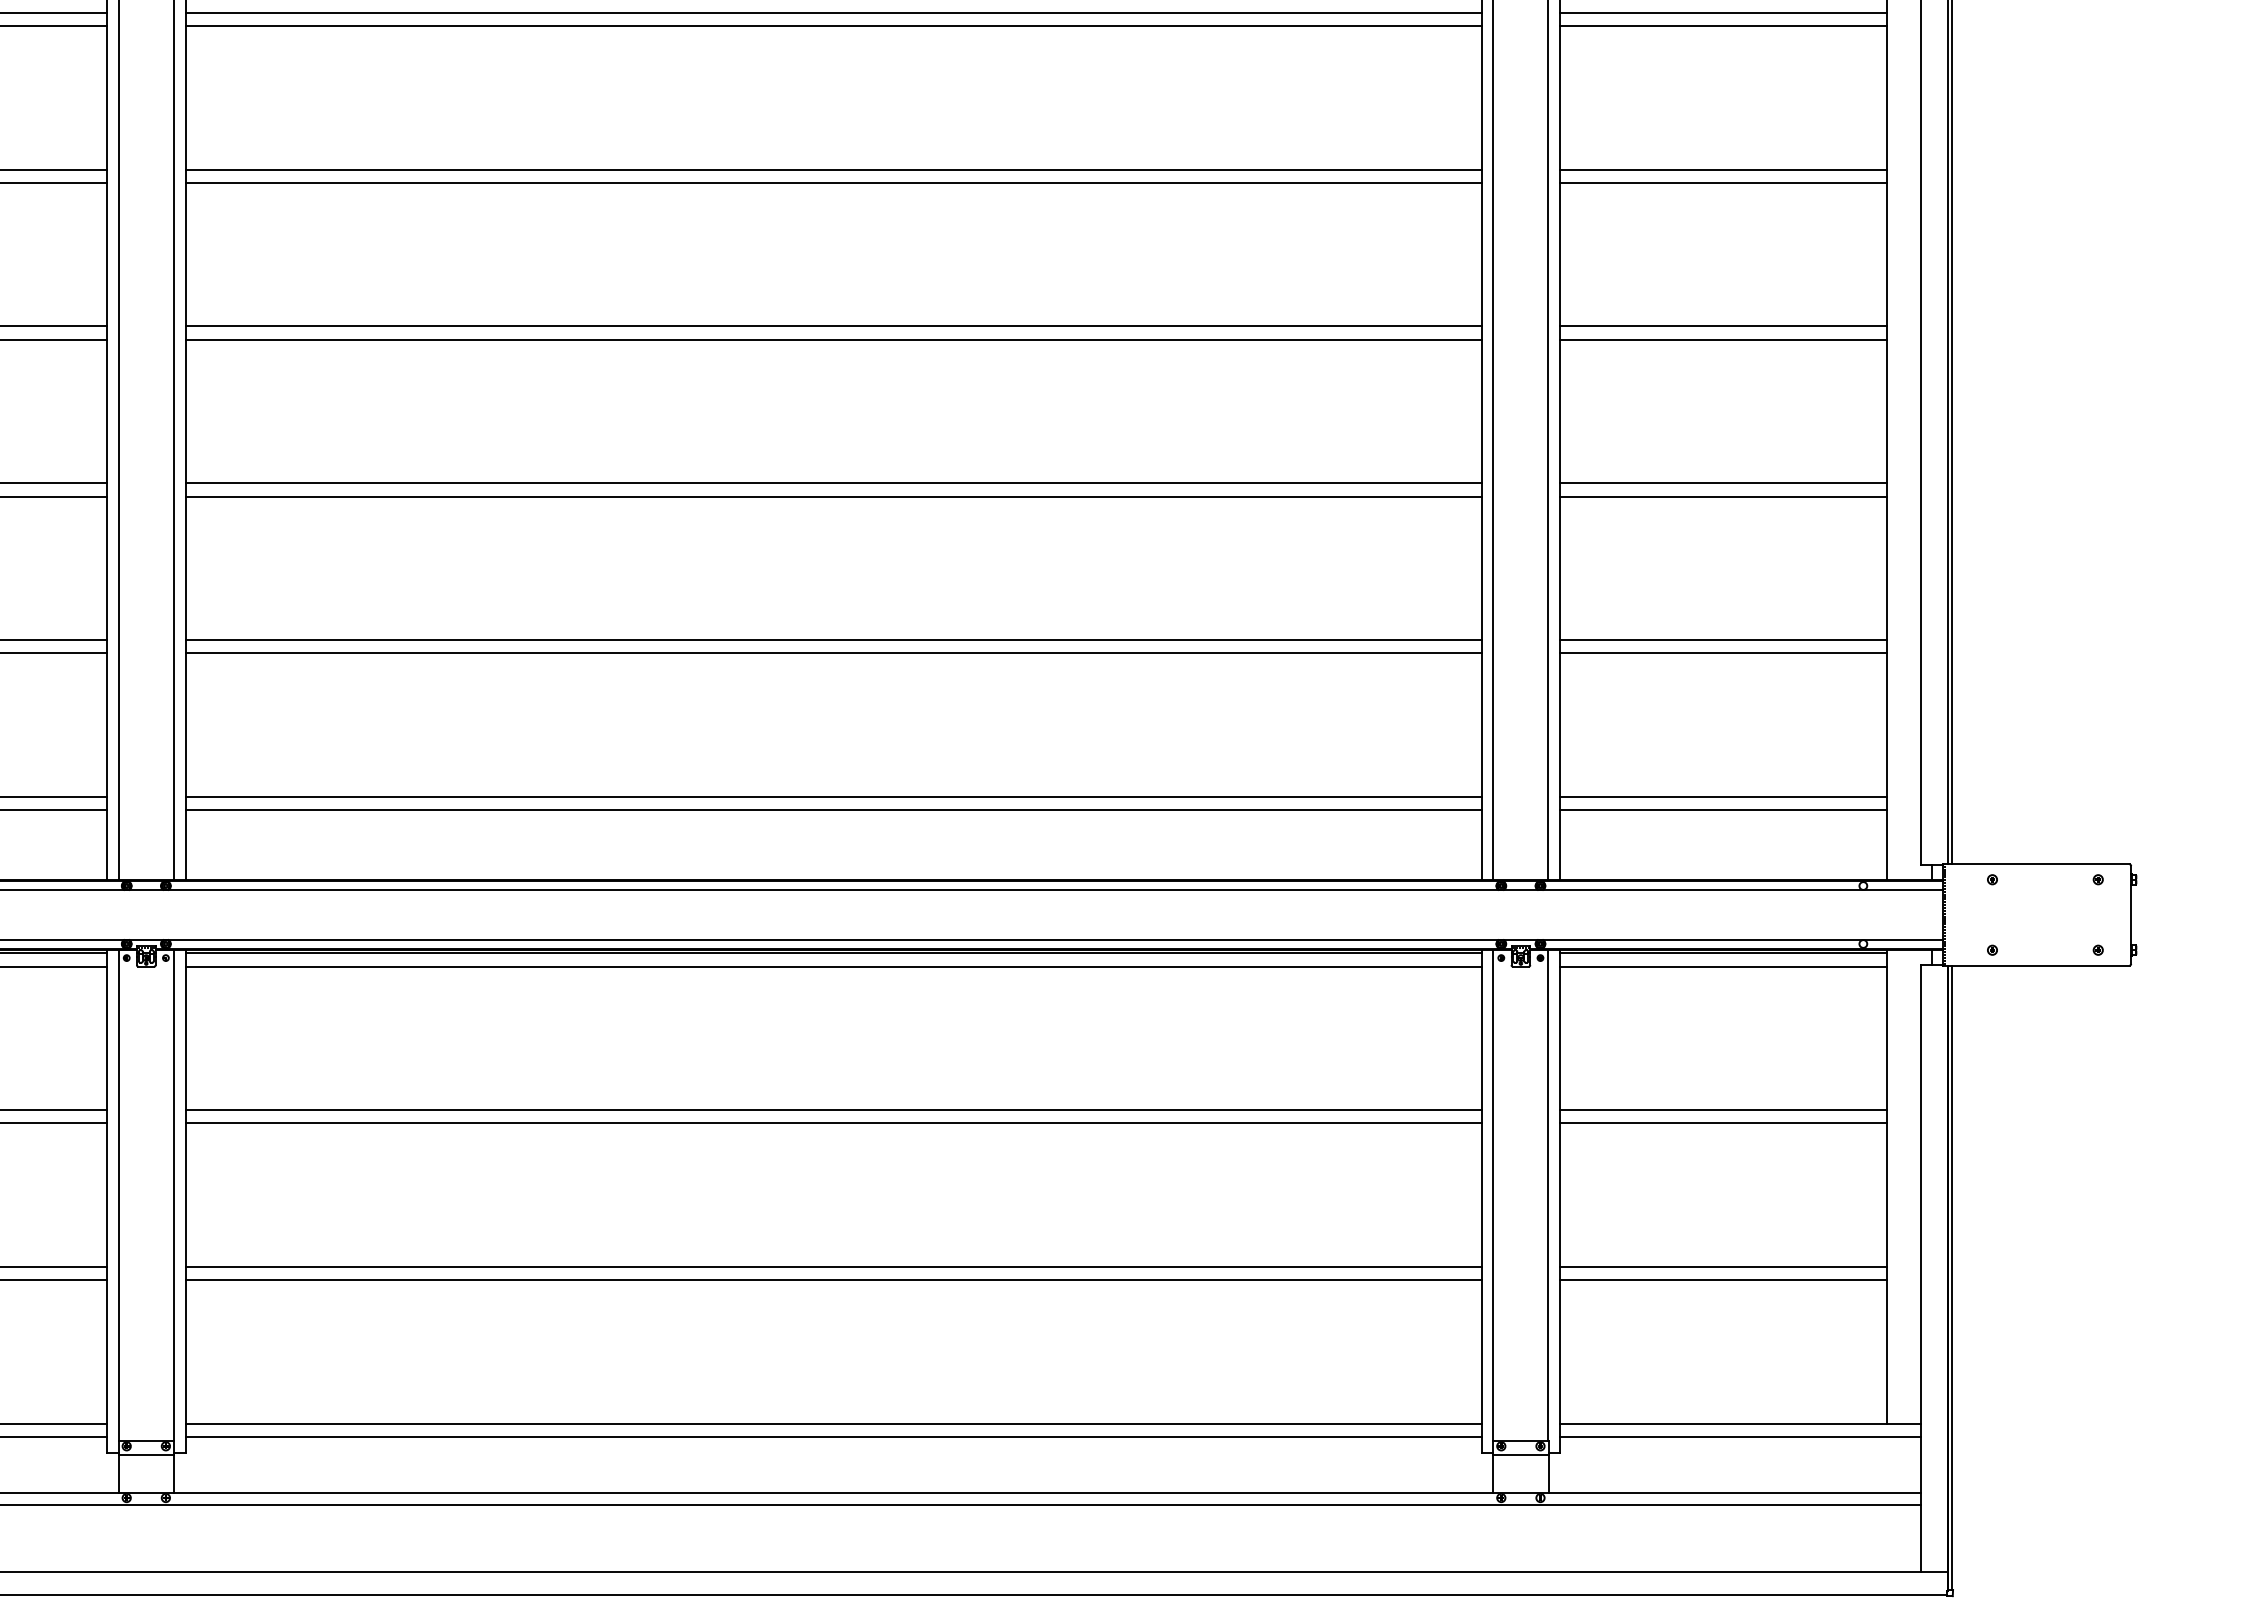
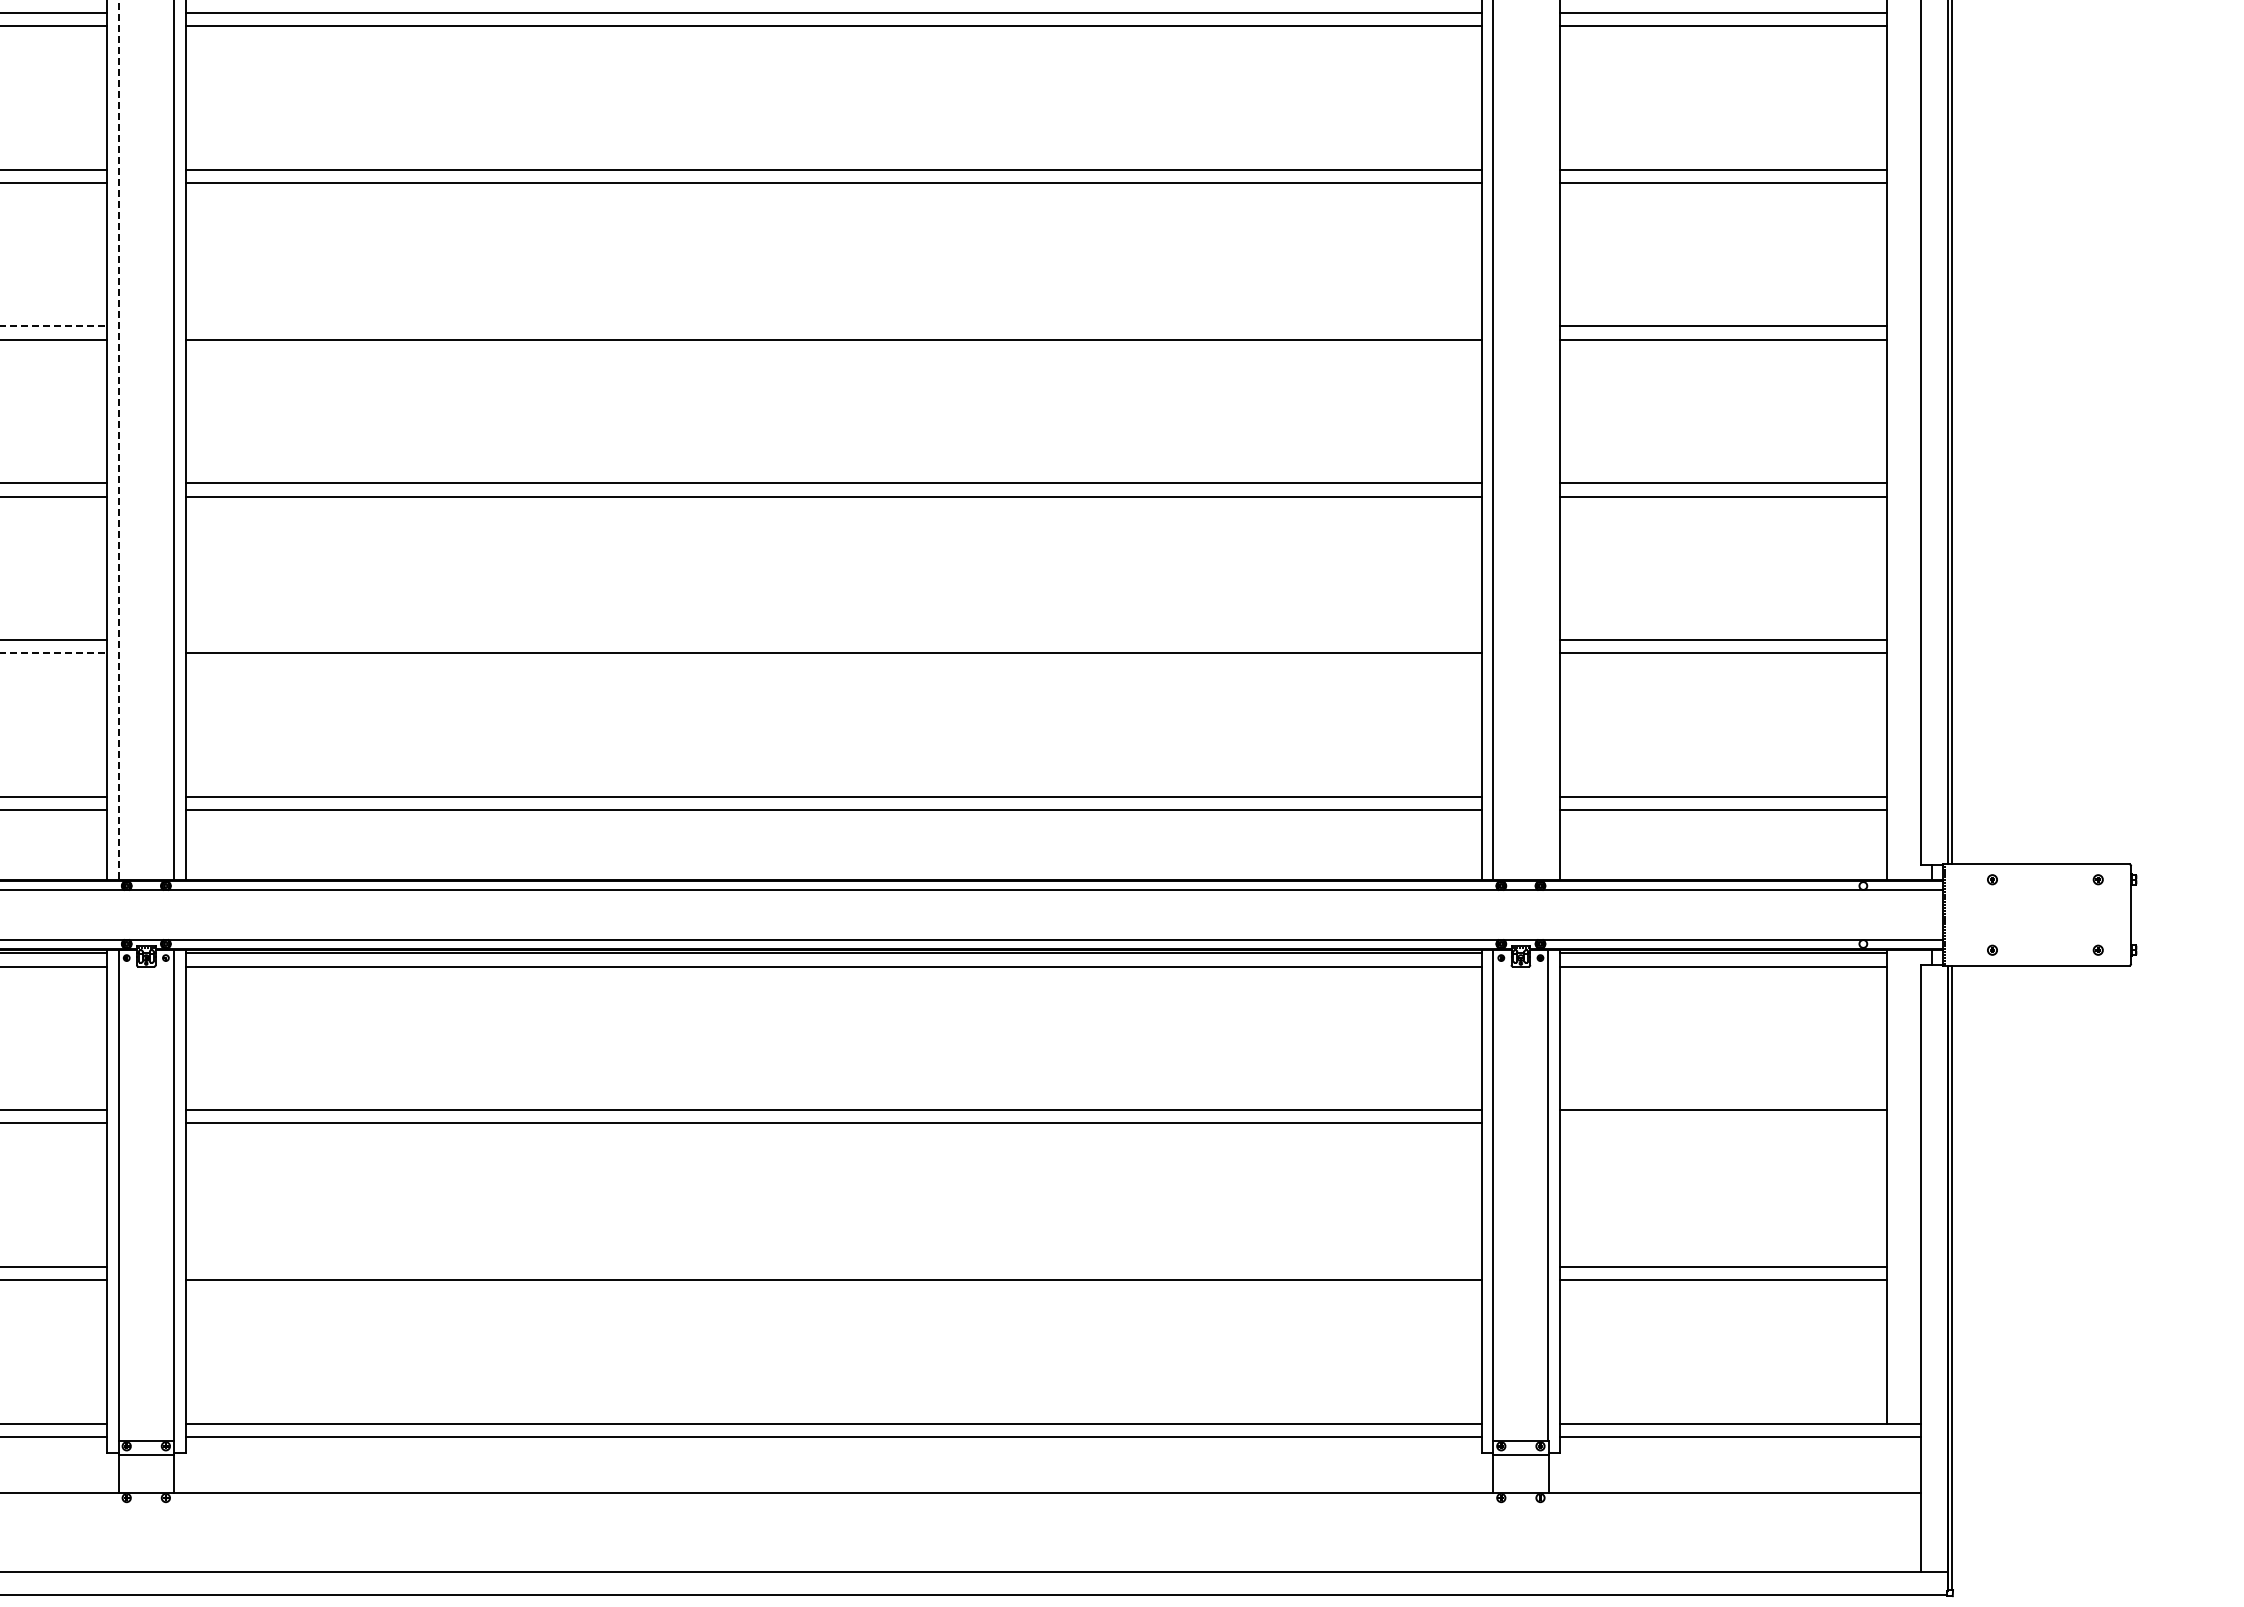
line at (54, 326): solid -> dashed
line at (833, 326): present -> none
line at (118, 440): solid -> dashed
line at (1548, 440): present -> none
line at (833, 639): present -> none
line at (54, 653): solid -> dashed
line at (1723, 1123): present -> none
line at (833, 1266): present -> none
line at (961, 1505): present -> none
